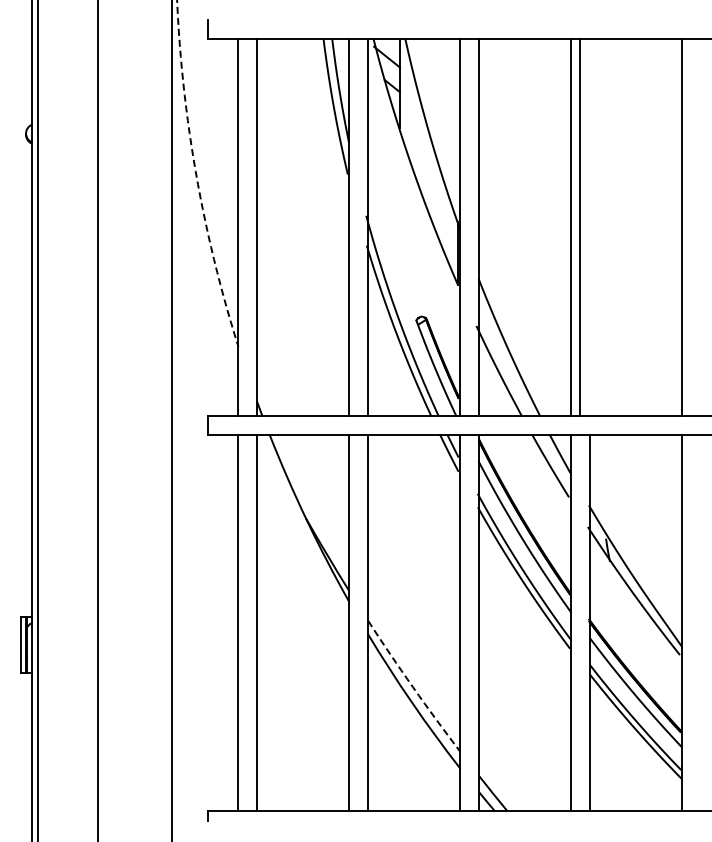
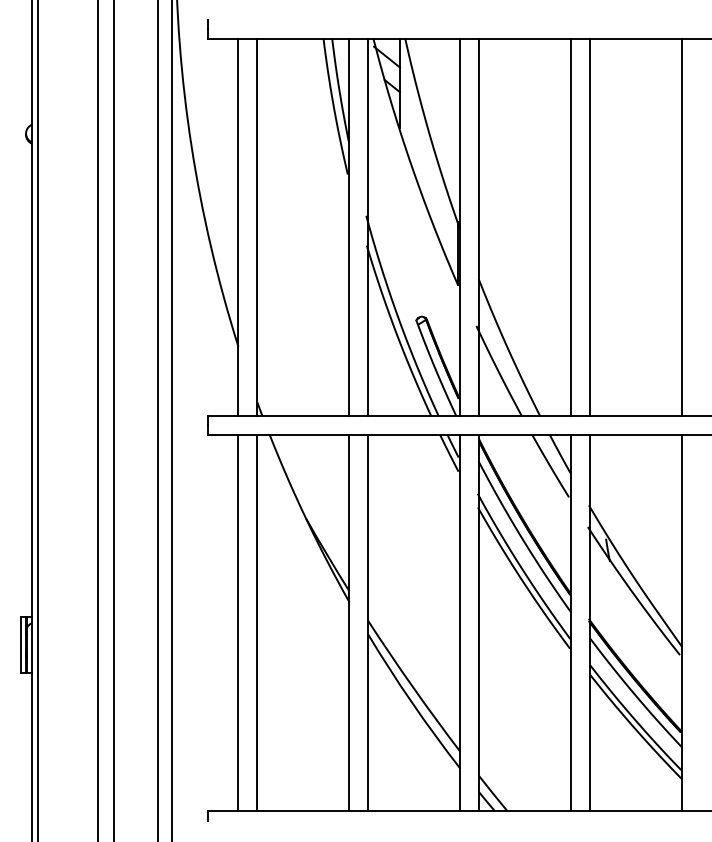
arc at (196, 175): dashed -> solid
line at (580, 226) position: (580, 226) -> (590, 226)
line at (114, 420): none -> present
line at (158, 420): none -> present
arc at (413, 687): dashed -> solid
